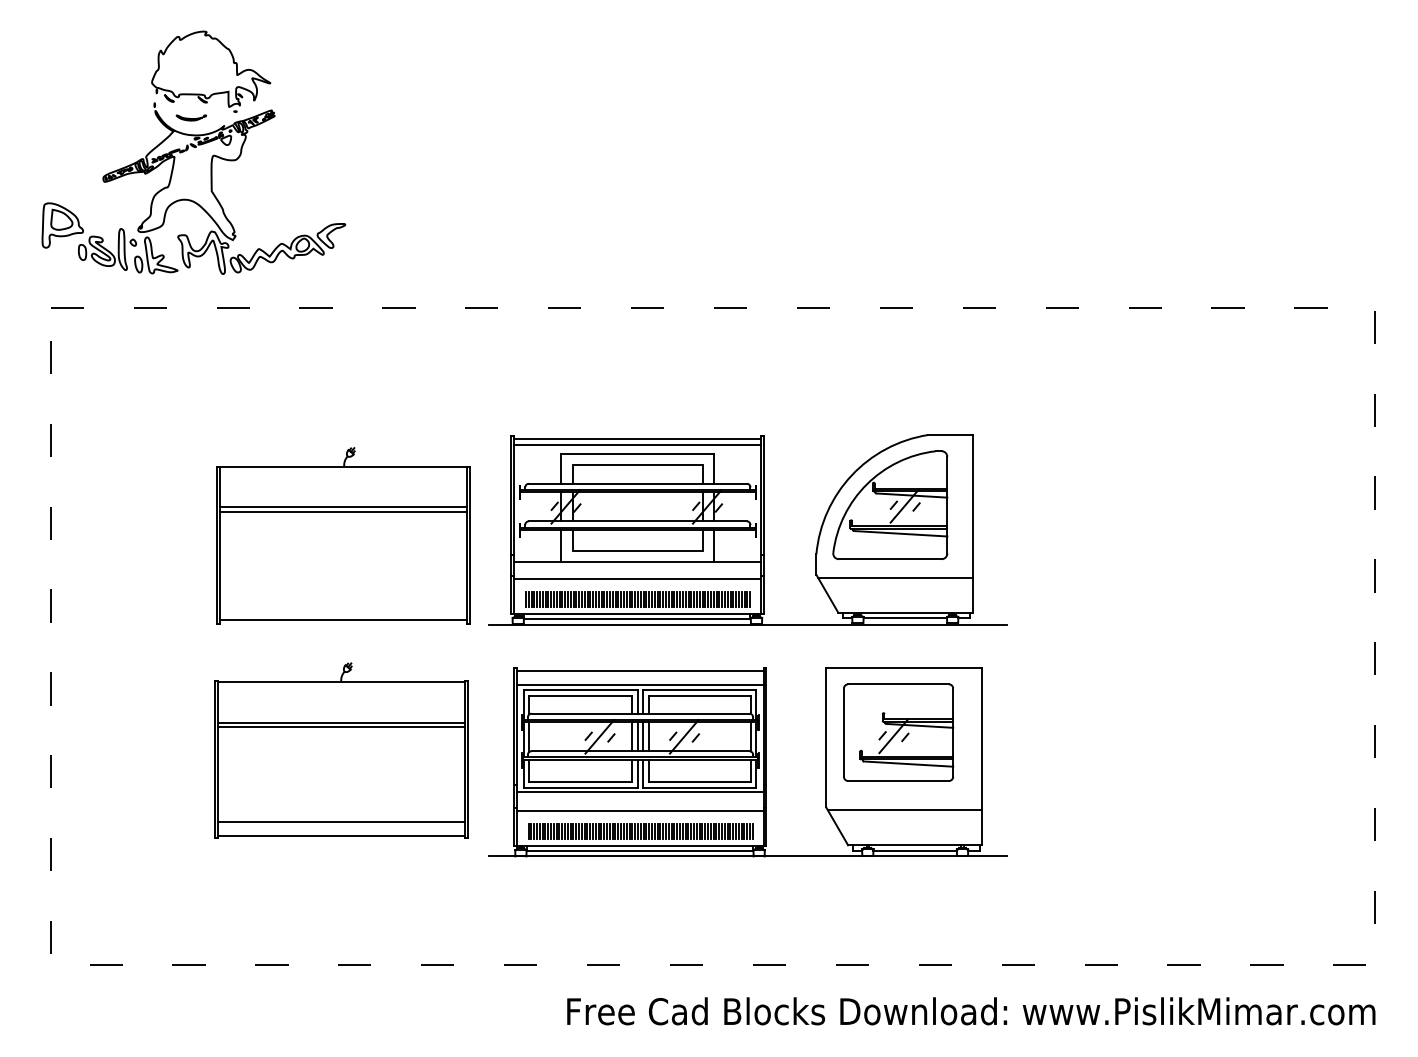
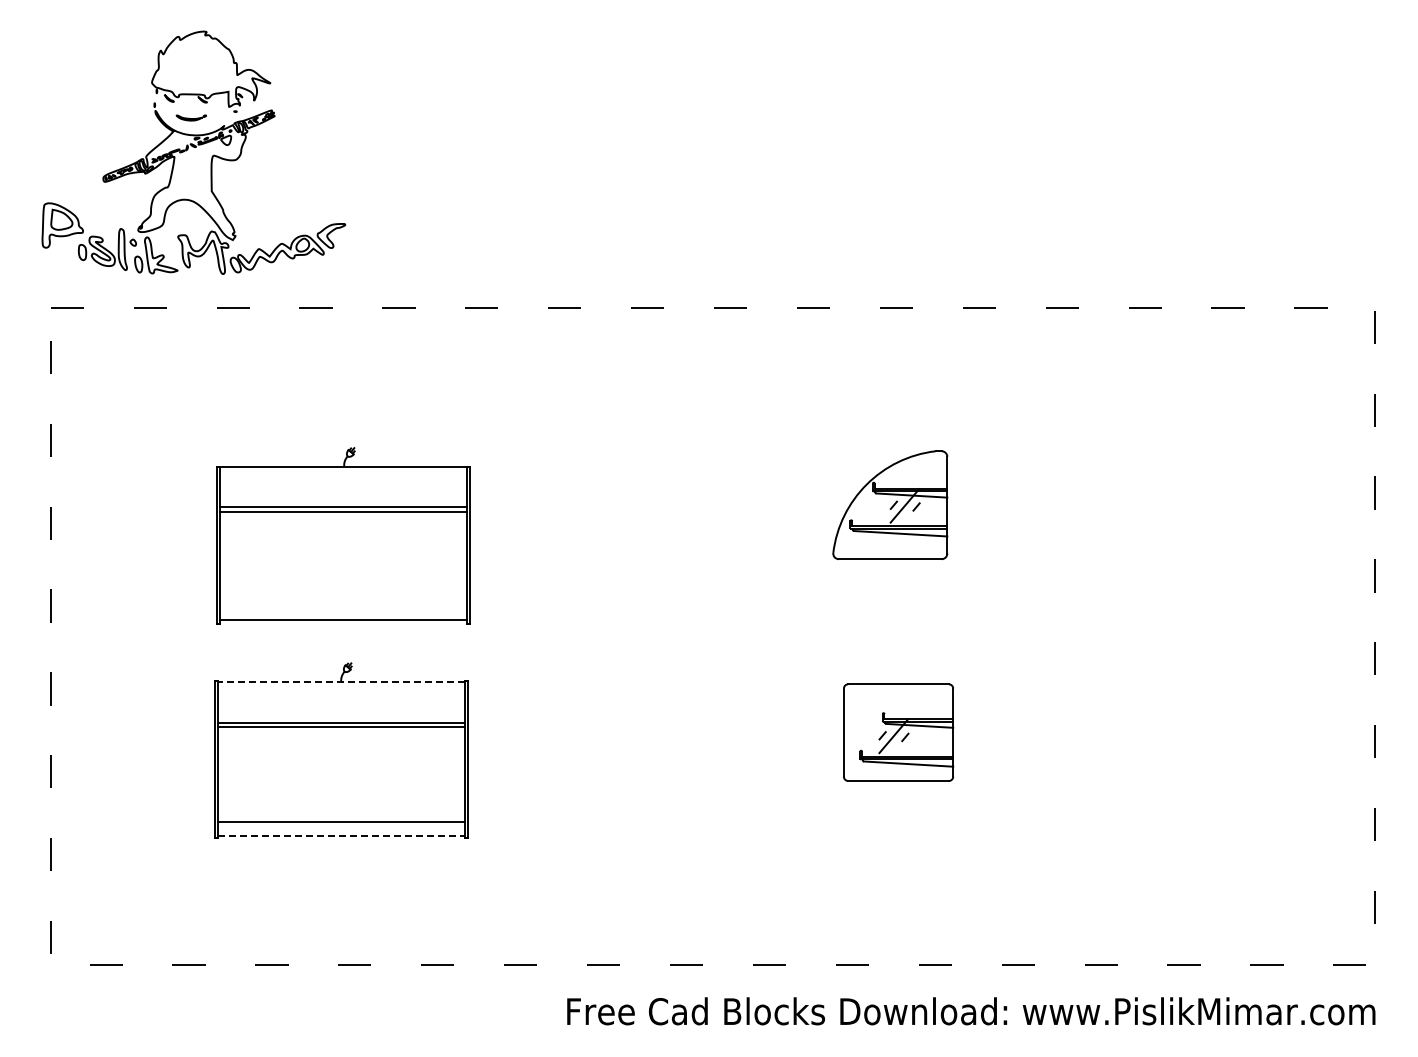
part at (747, 529): present -> none
line at (340, 682): solid -> dashed
part at (747, 762): present -> none
line at (341, 835): solid -> dashed
